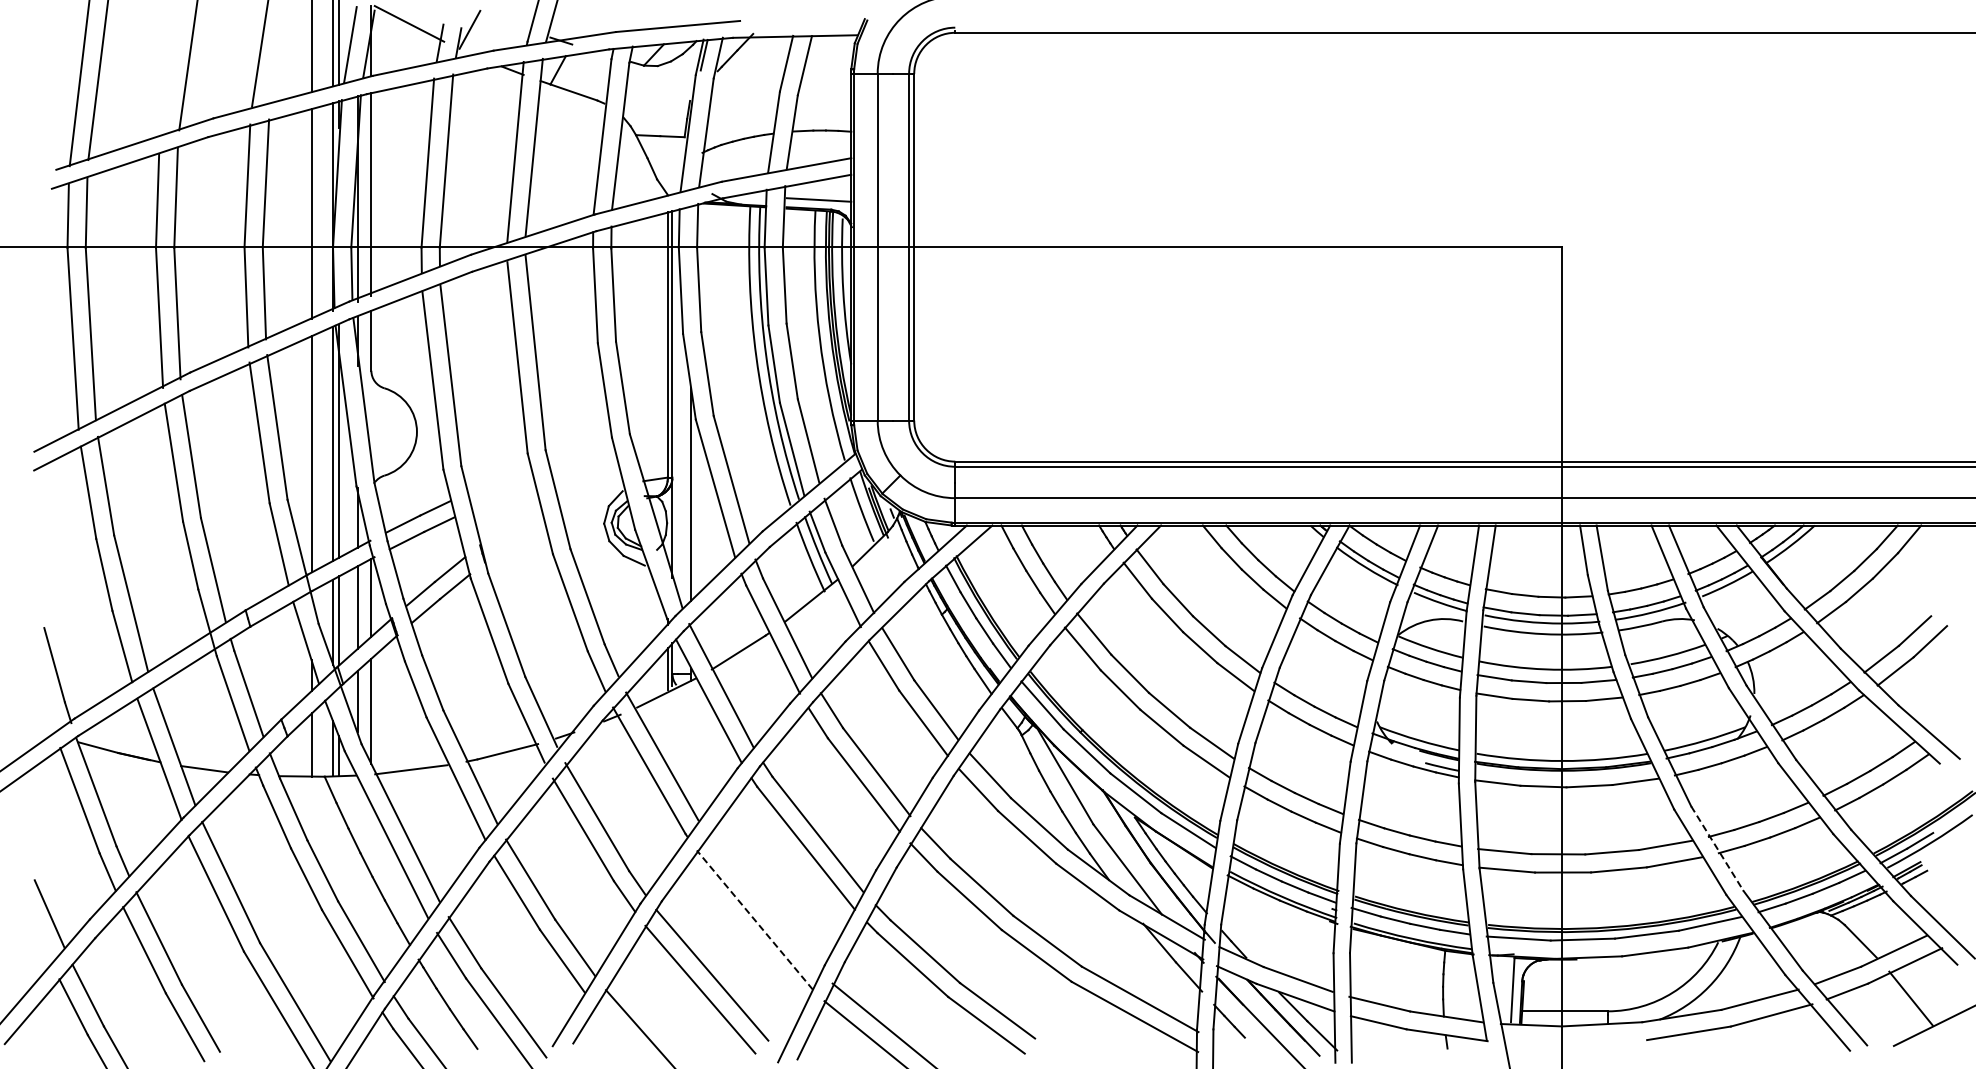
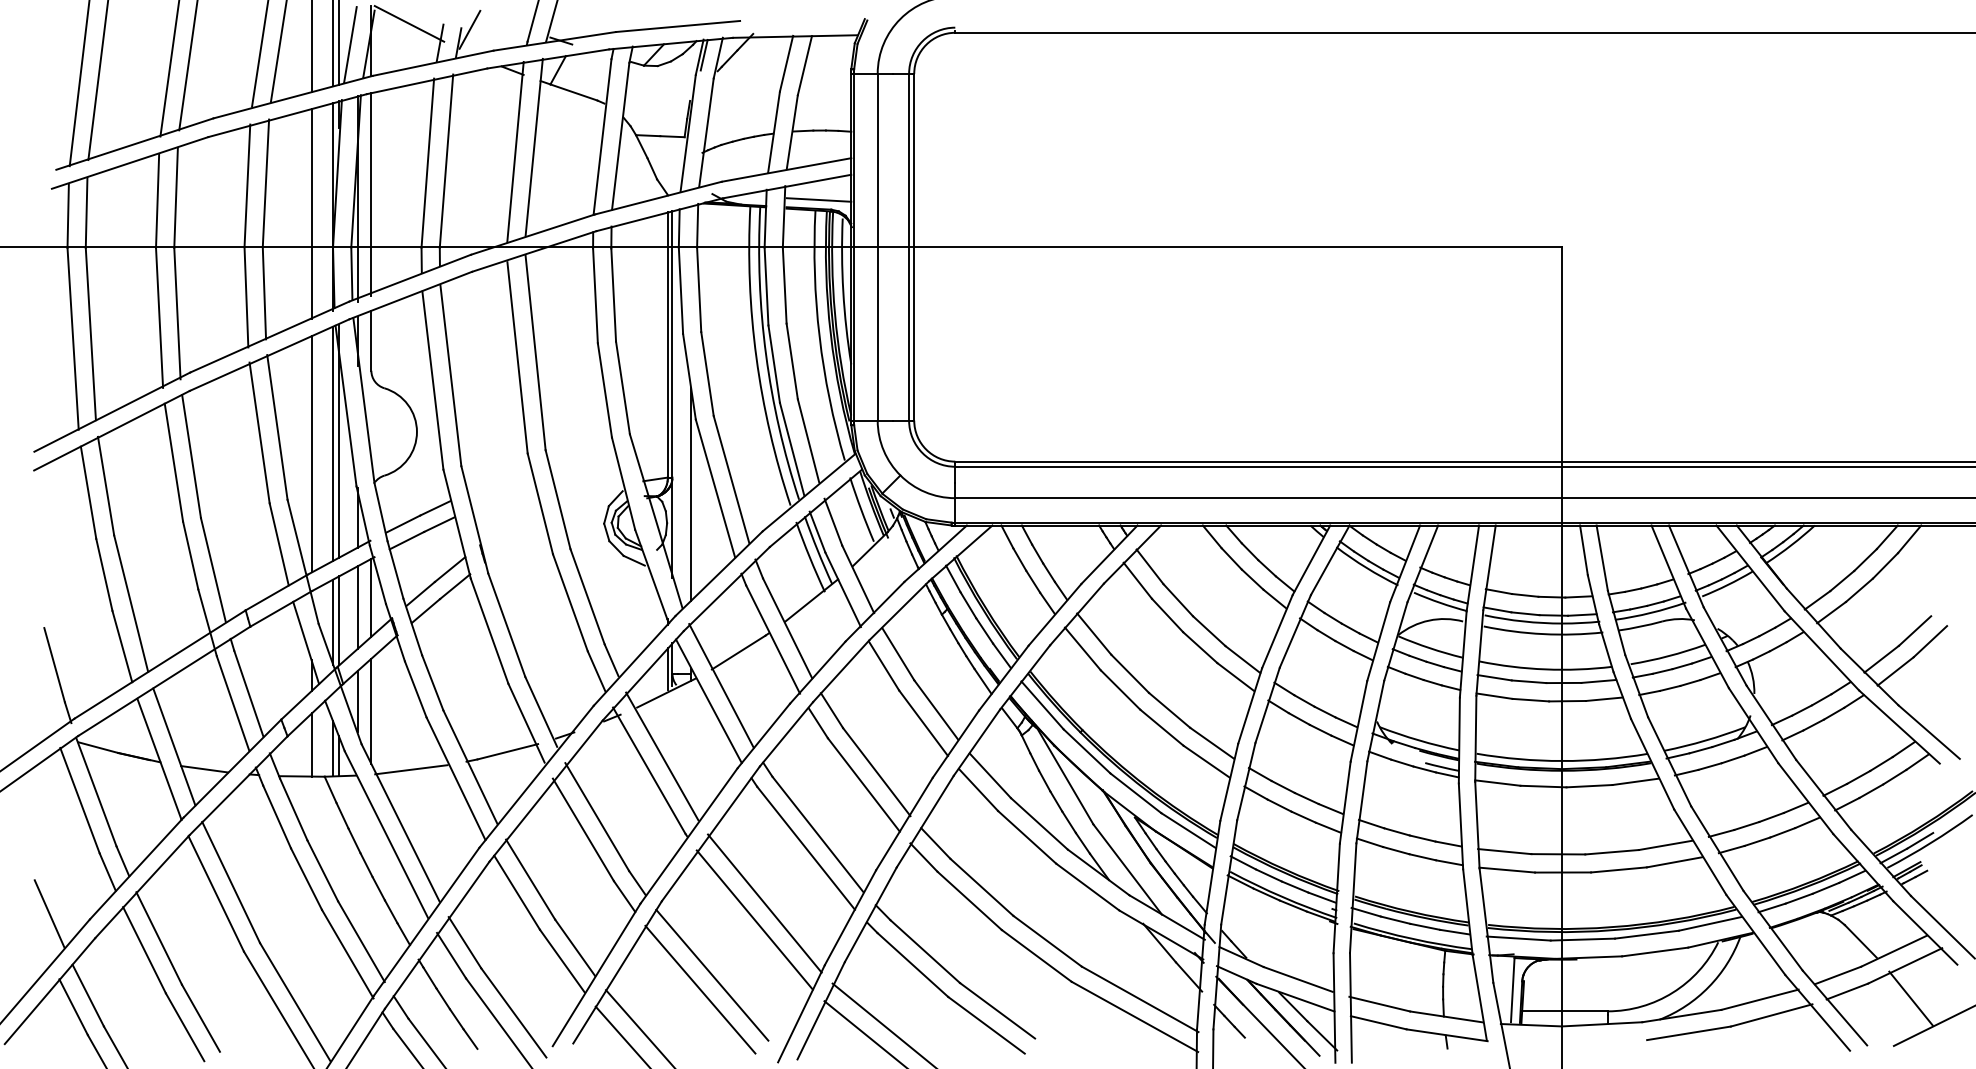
line at (278, 51): none -> present
line at (169, 69): none -> present
line at (1717, 848): dashed -> solid
line at (764, 903): none -> present
line at (754, 920): dashed -> solid
line at (621, 1035): none -> present
